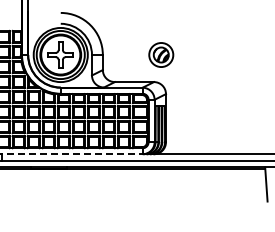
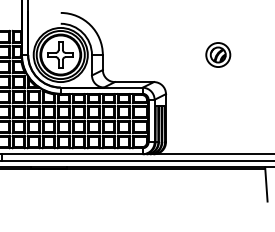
part at (161, 54) position: (161, 54) -> (218, 54)
line at (73, 154): dashed -> solid
